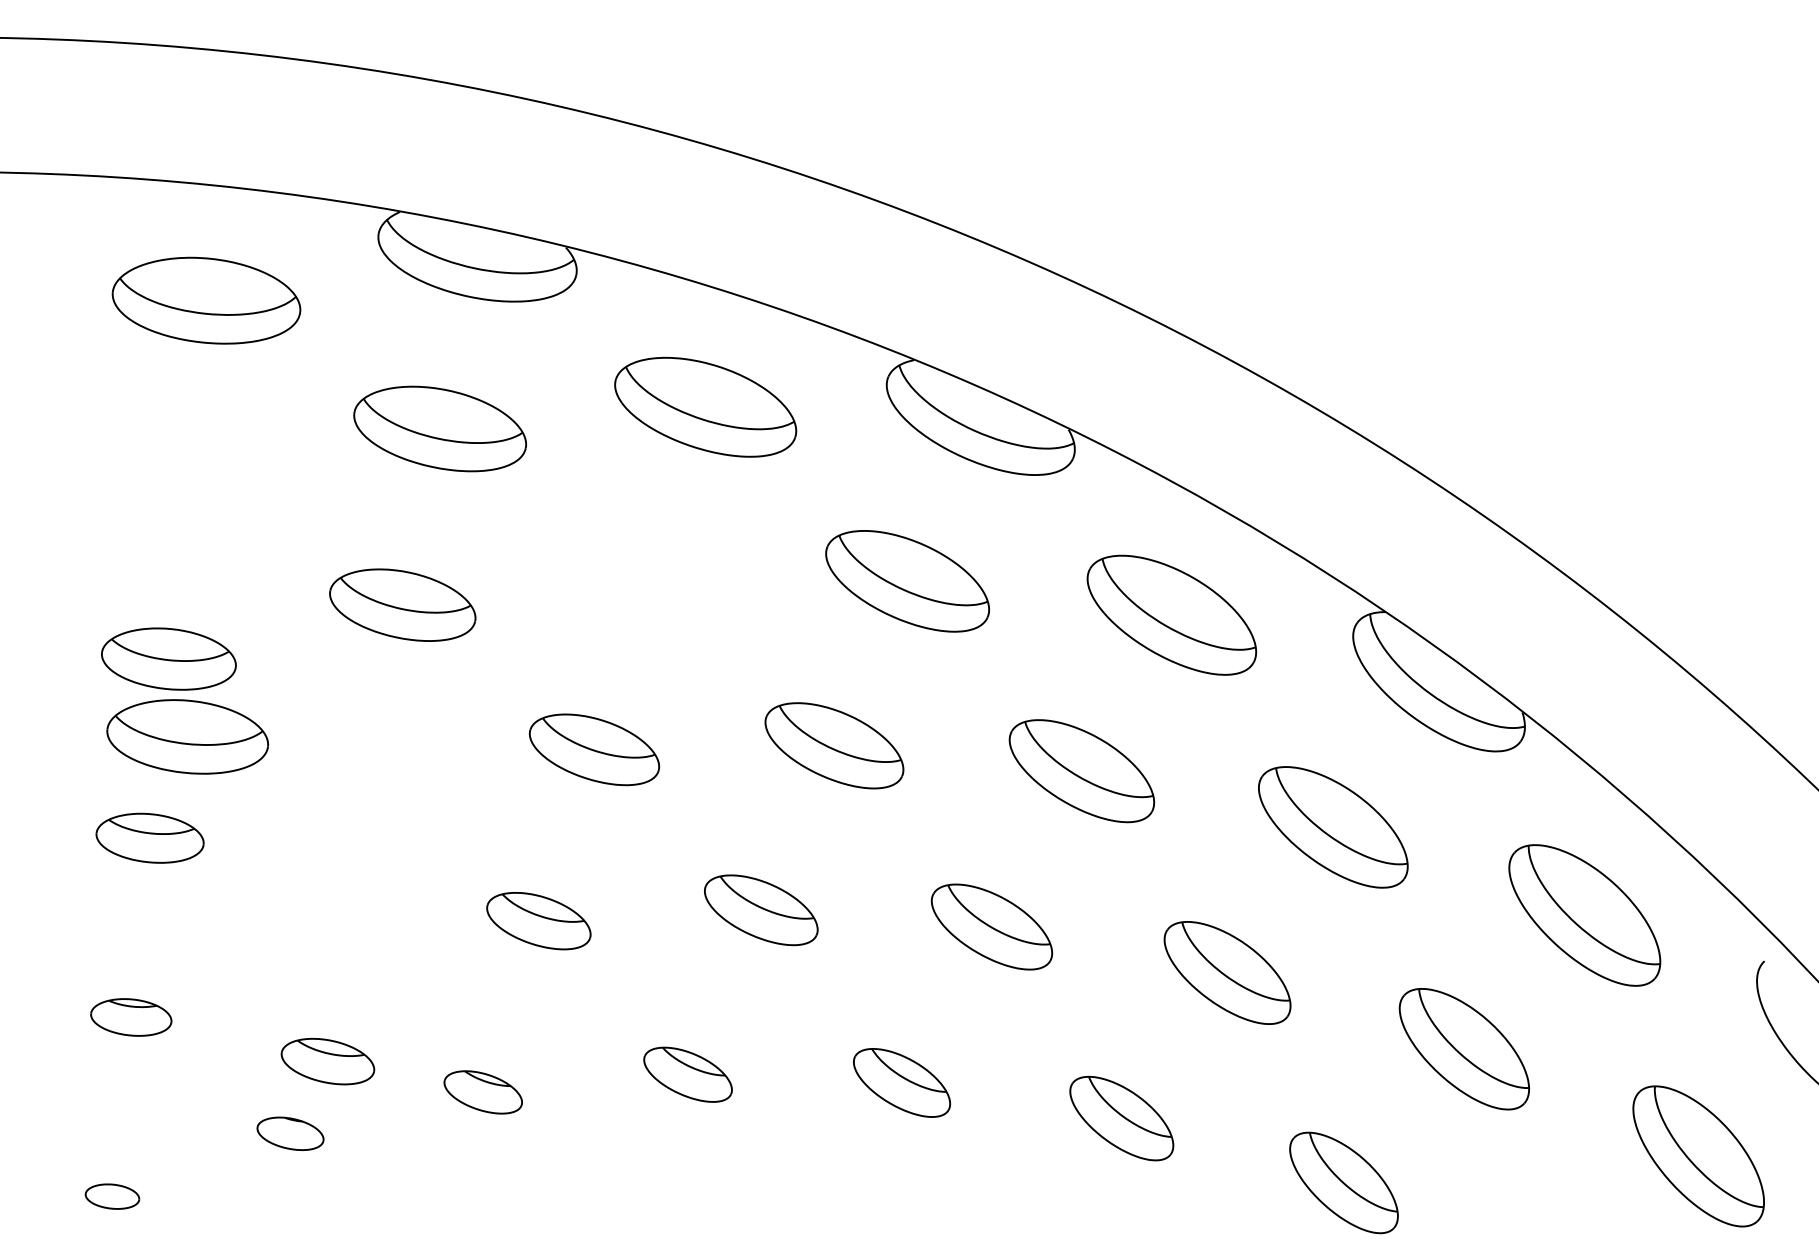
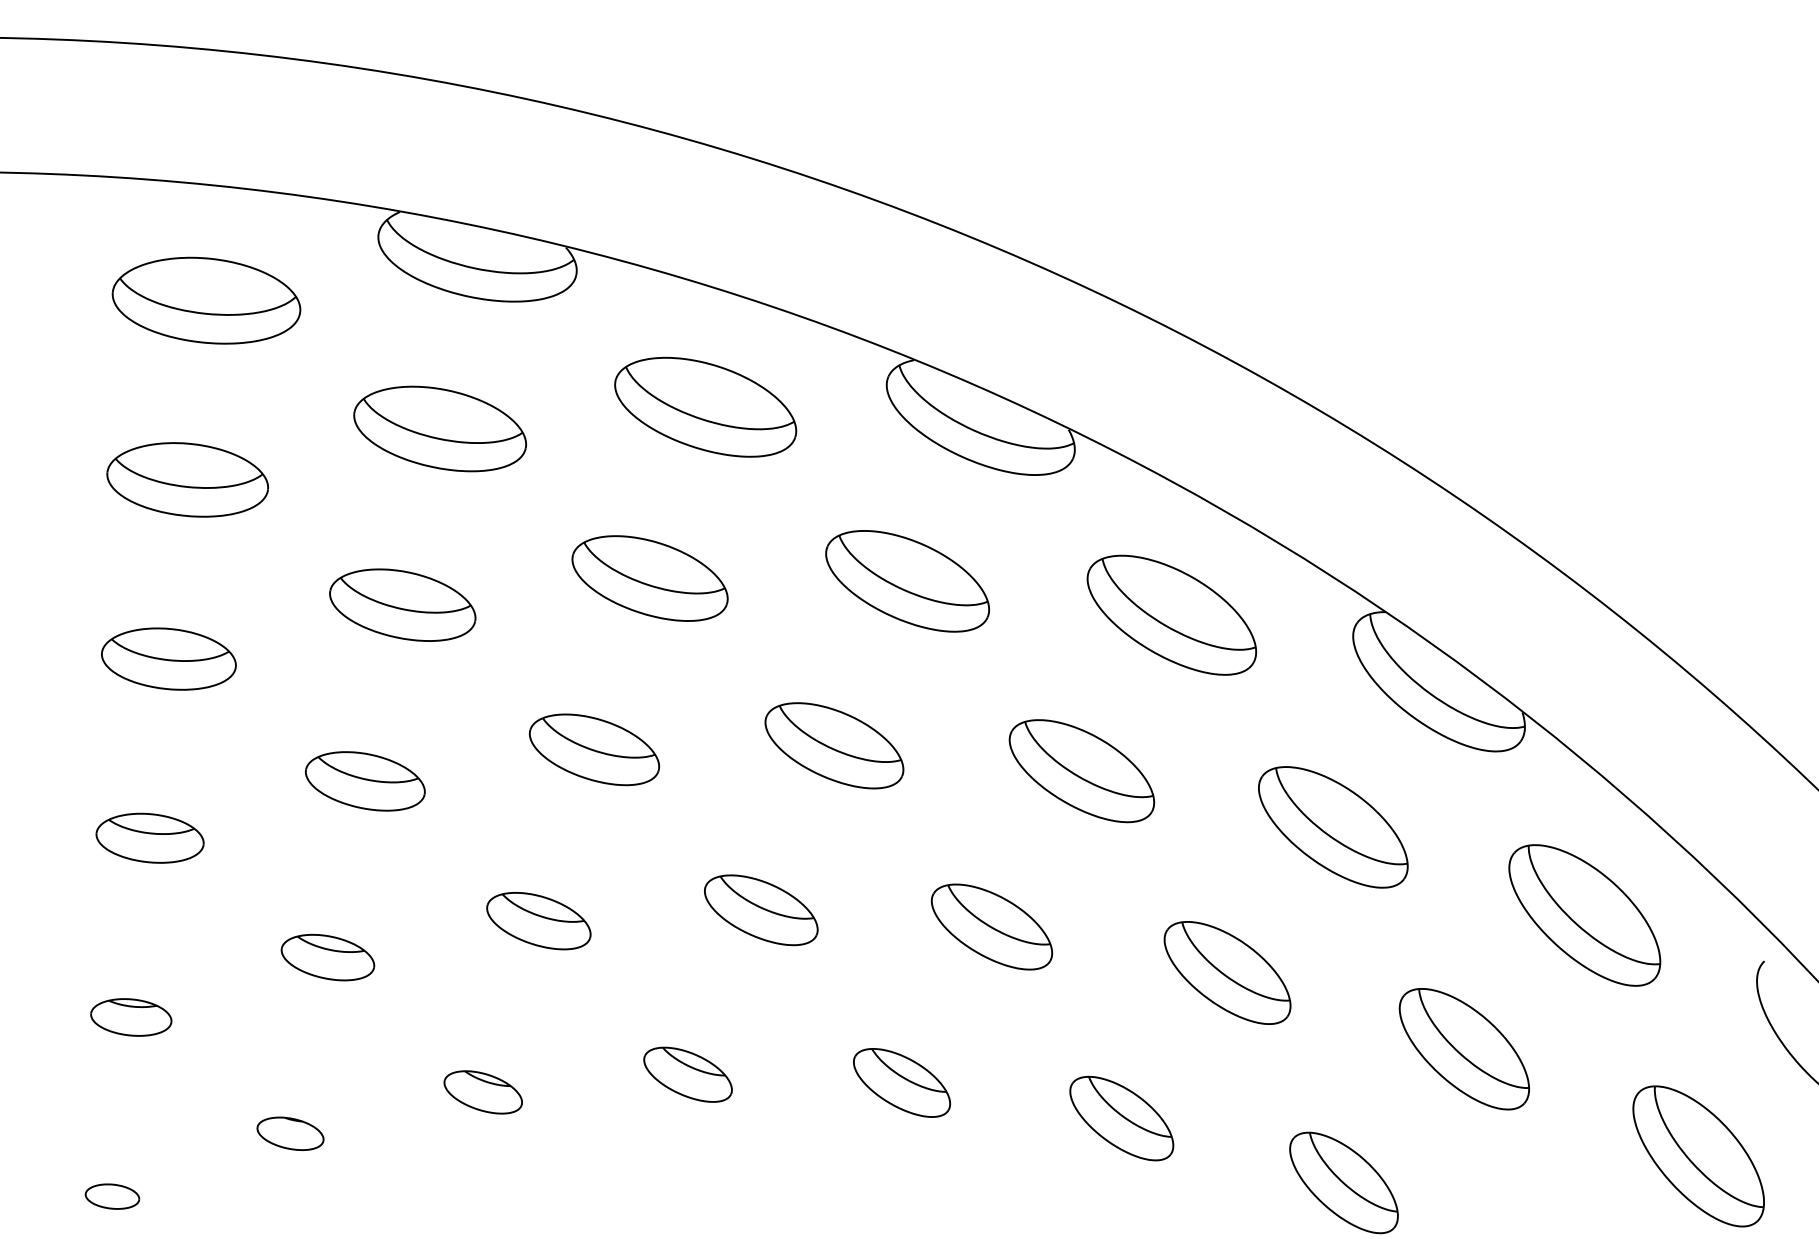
part at (649, 578): none -> present
part at (187, 736) position: (187, 736) -> (187, 479)
part at (365, 781): none -> present
part at (327, 1061) position: (327, 1061) -> (327, 957)
